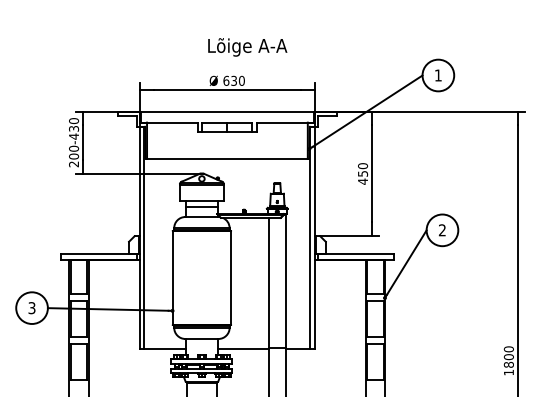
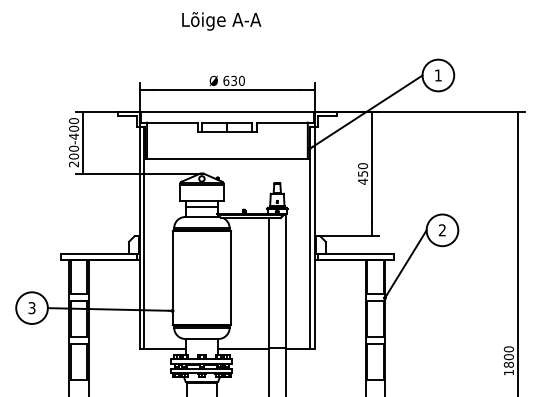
text at (247, 47) position: (247, 47) -> (221, 21)
text at (73, 128): 200-430 -> 200-400
